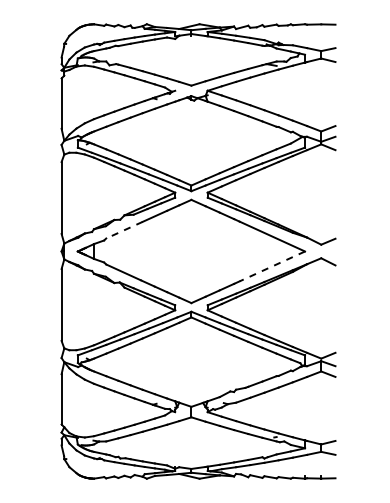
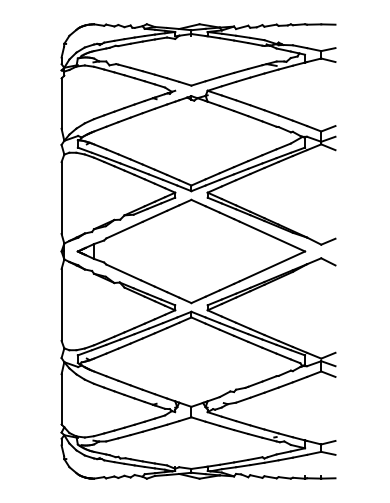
line at (124, 230): dashed -> solid
line at (272, 266): dashed -> solid
